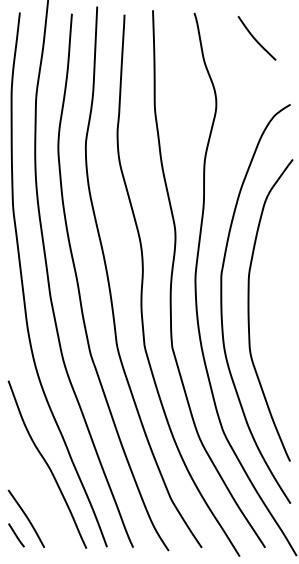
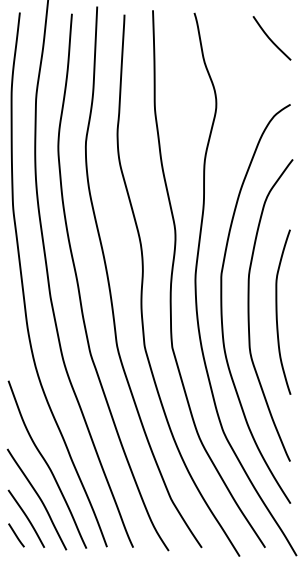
curve at (255, 38) position: (255, 38) -> (270, 38)
curve at (277, 311): none -> present
curve at (38, 497): none -> present
